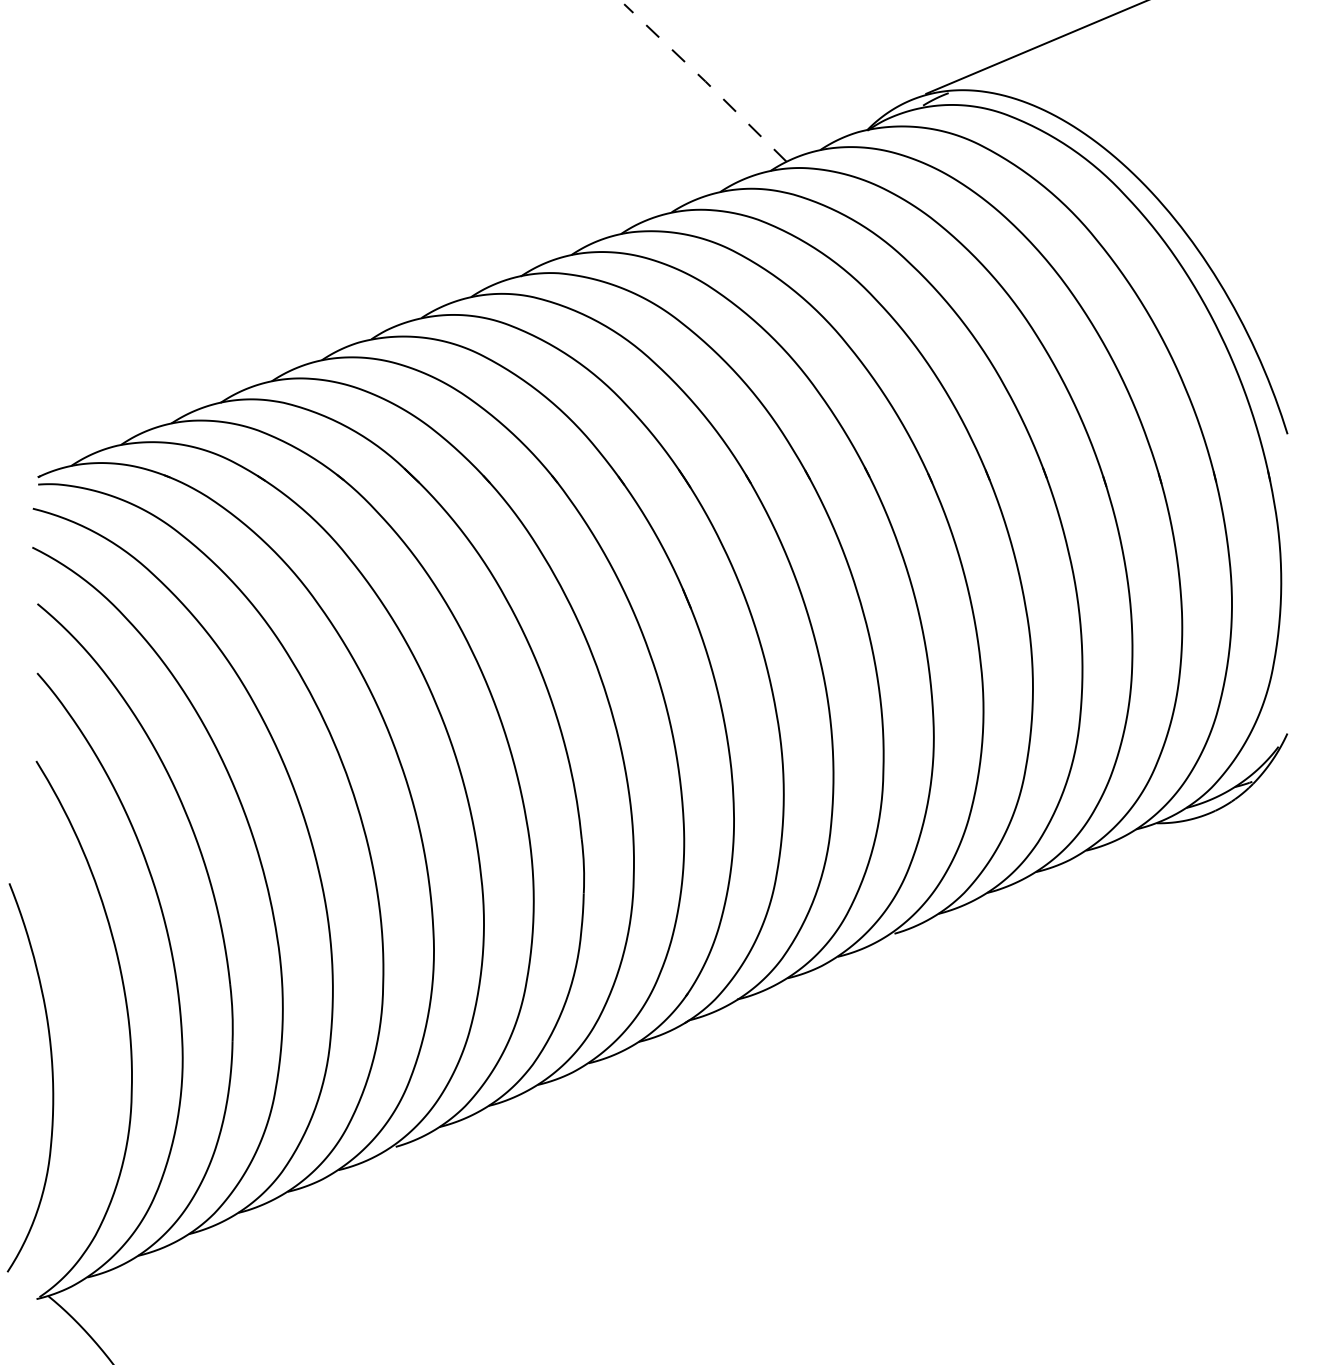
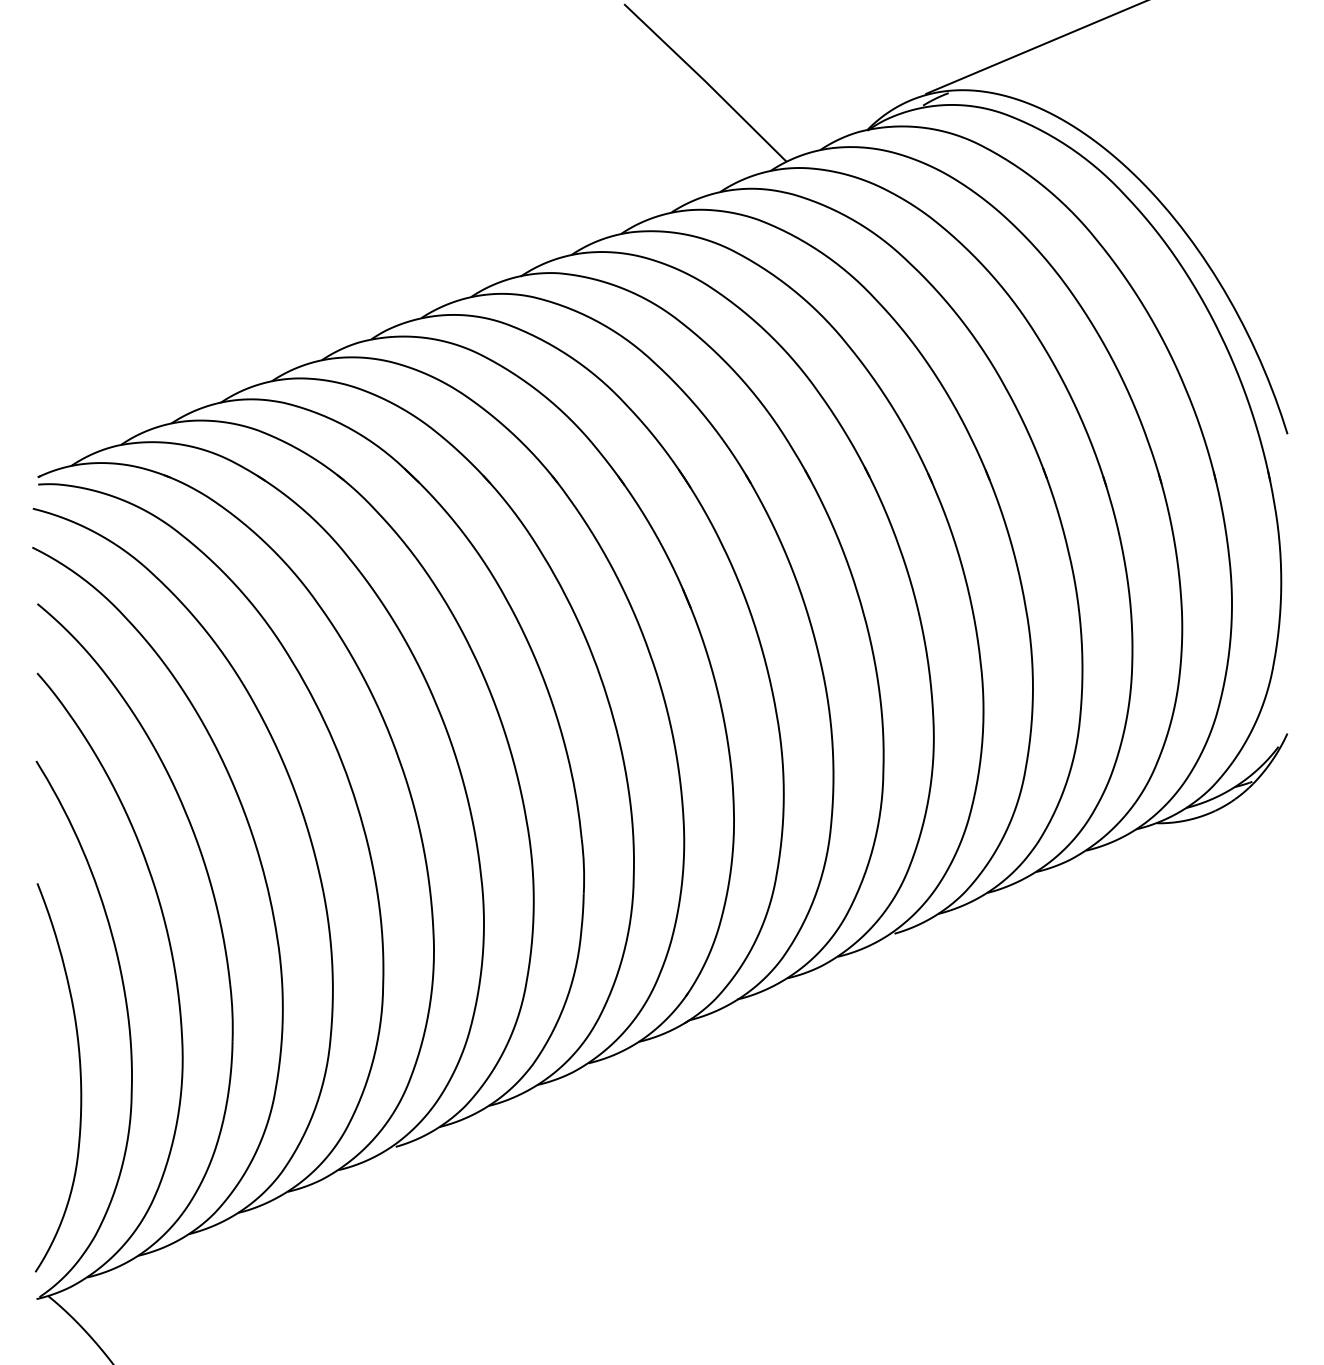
line at (705, 81): dashed -> solid
curve at (51, 1075) position: (51, 1075) -> (79, 1075)
